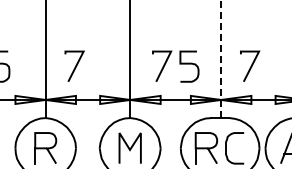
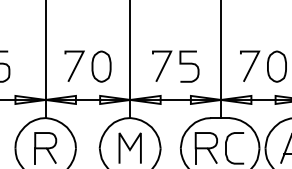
line at (221, 59): dashed -> solid
part at (101, 66): none -> present
part at (276, 66): none -> present
